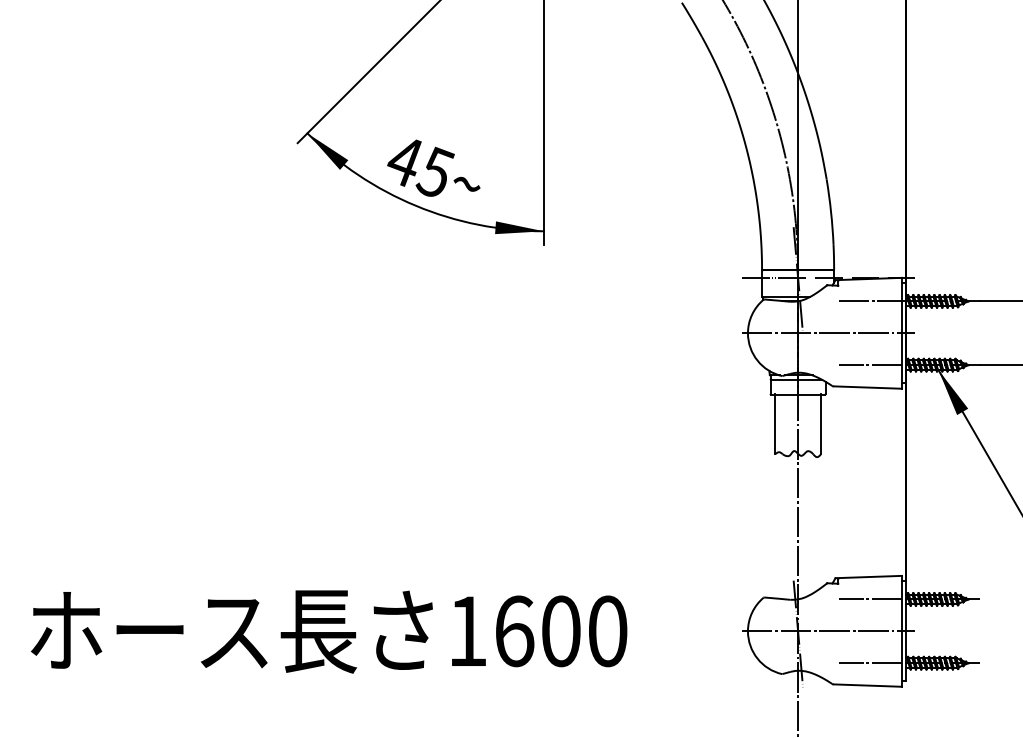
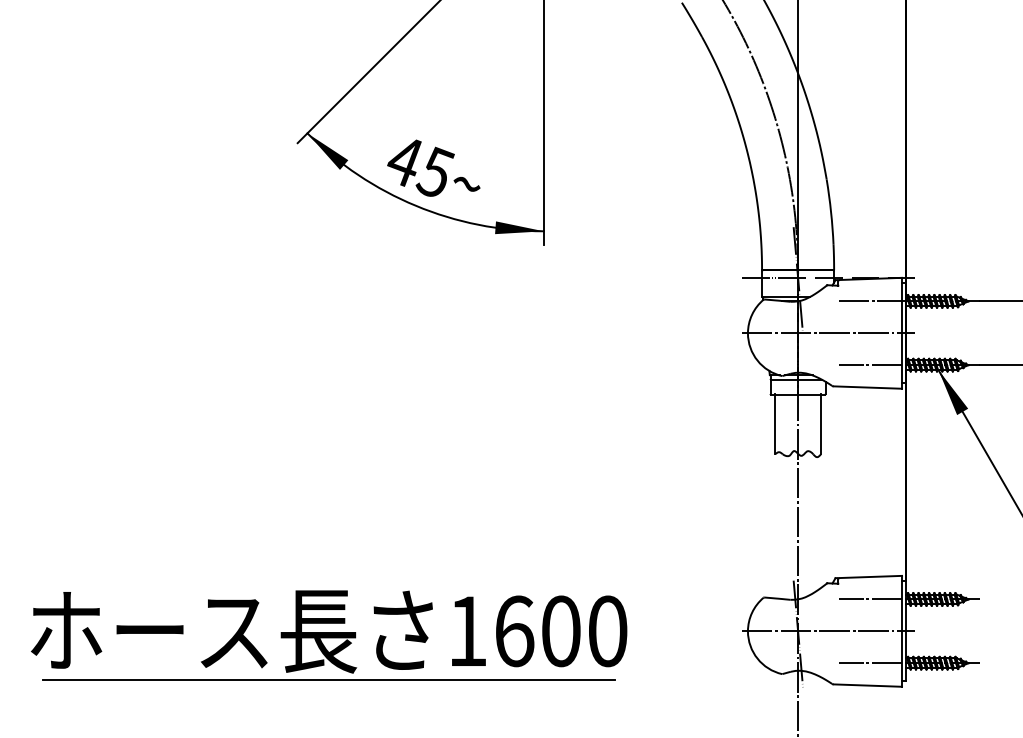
line at (329, 679): none -> present
